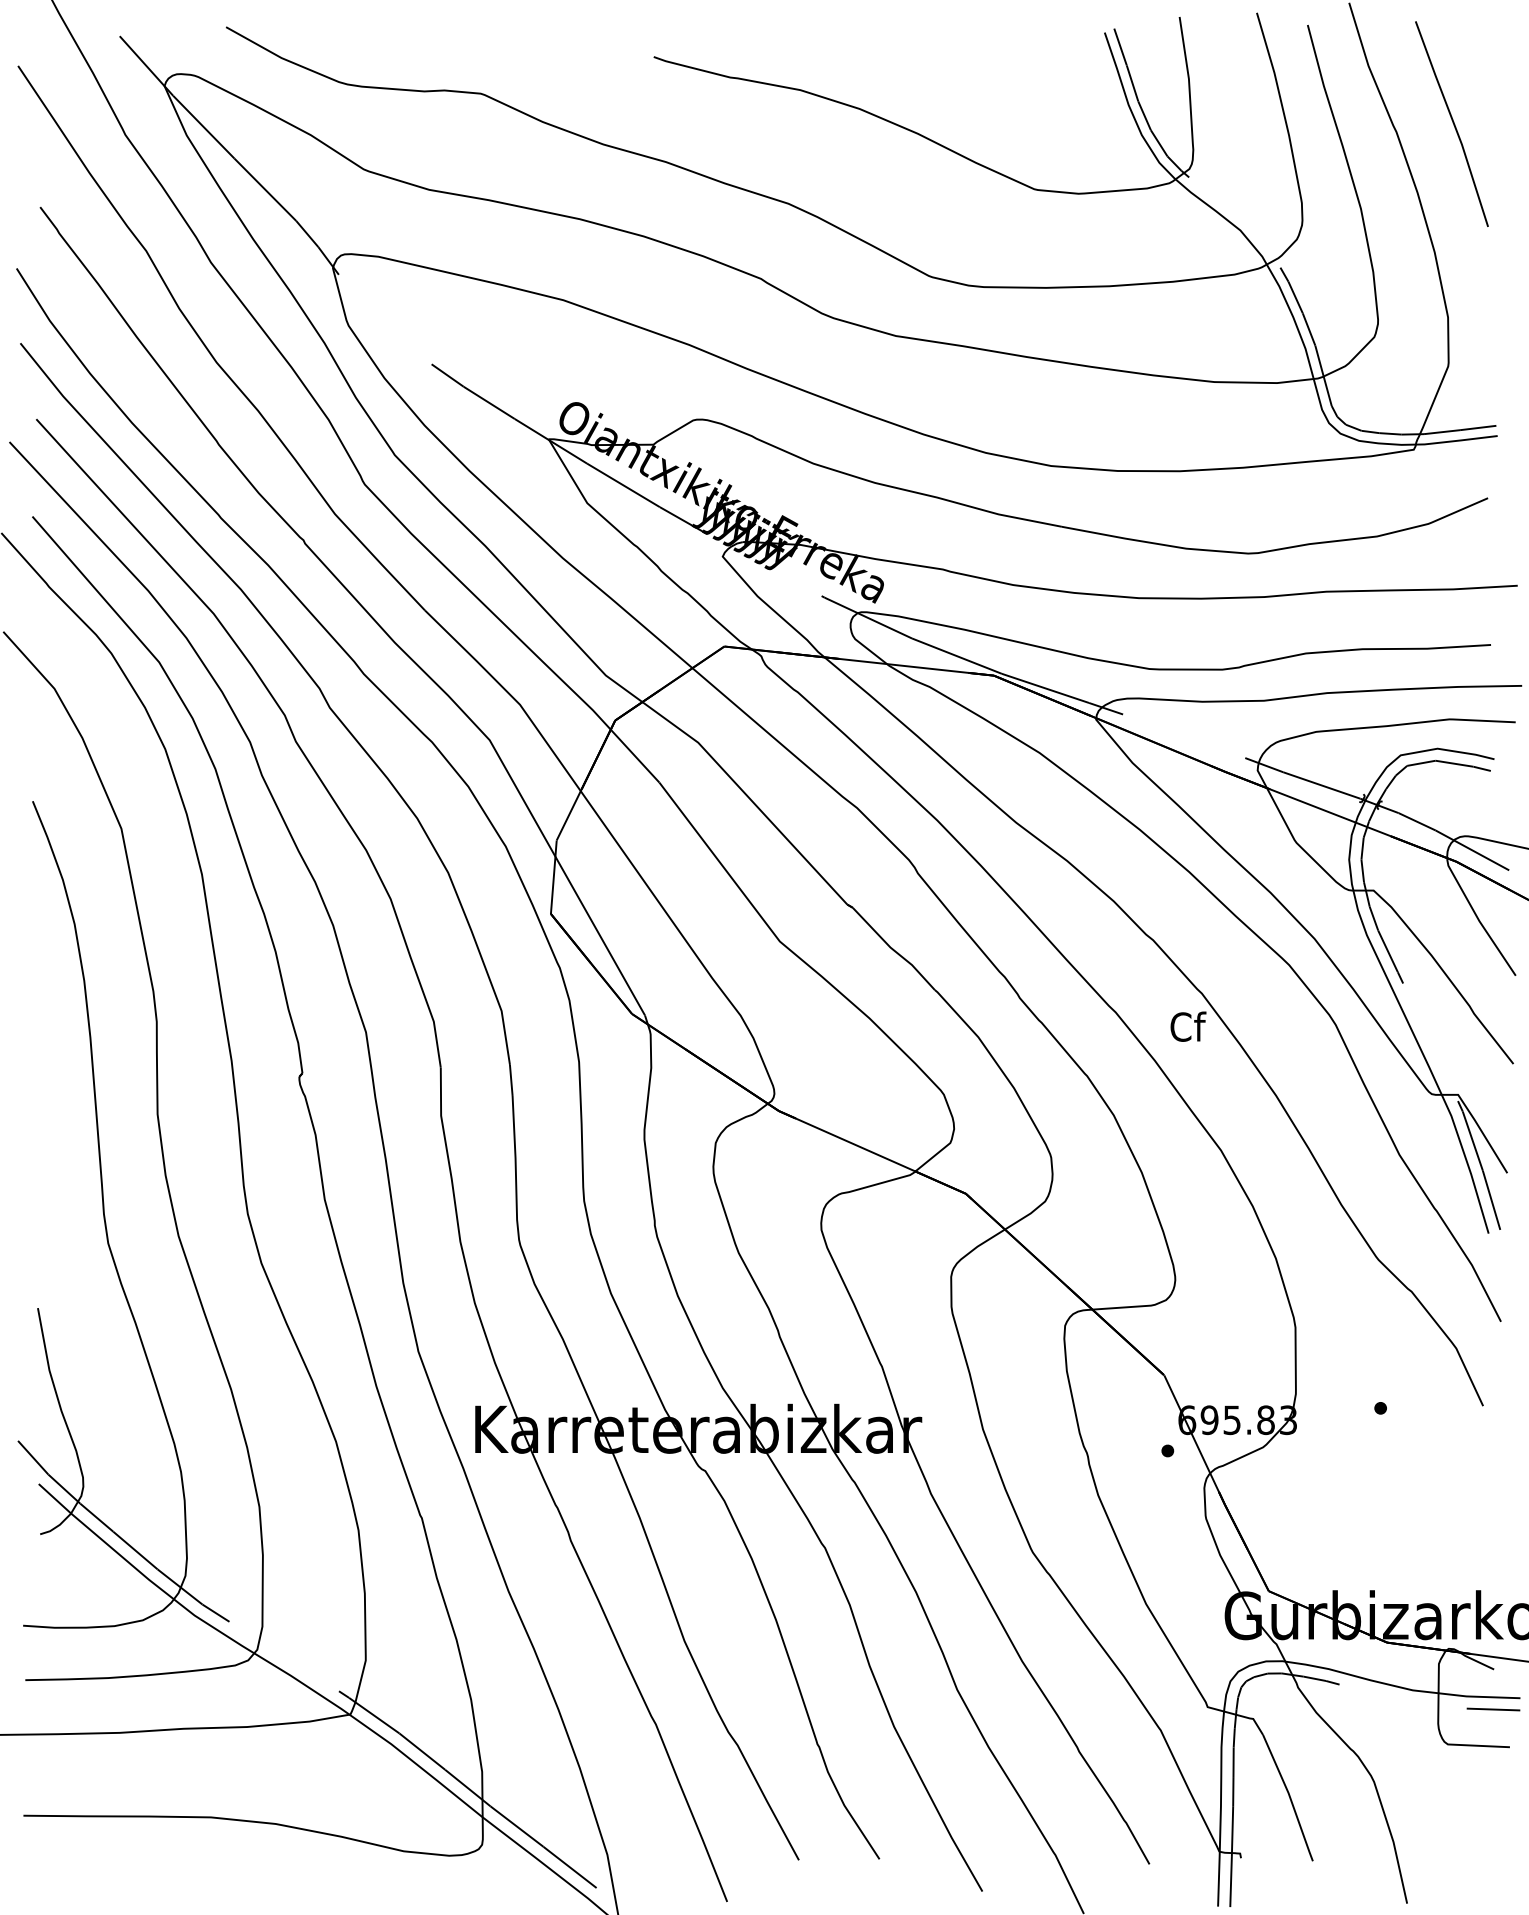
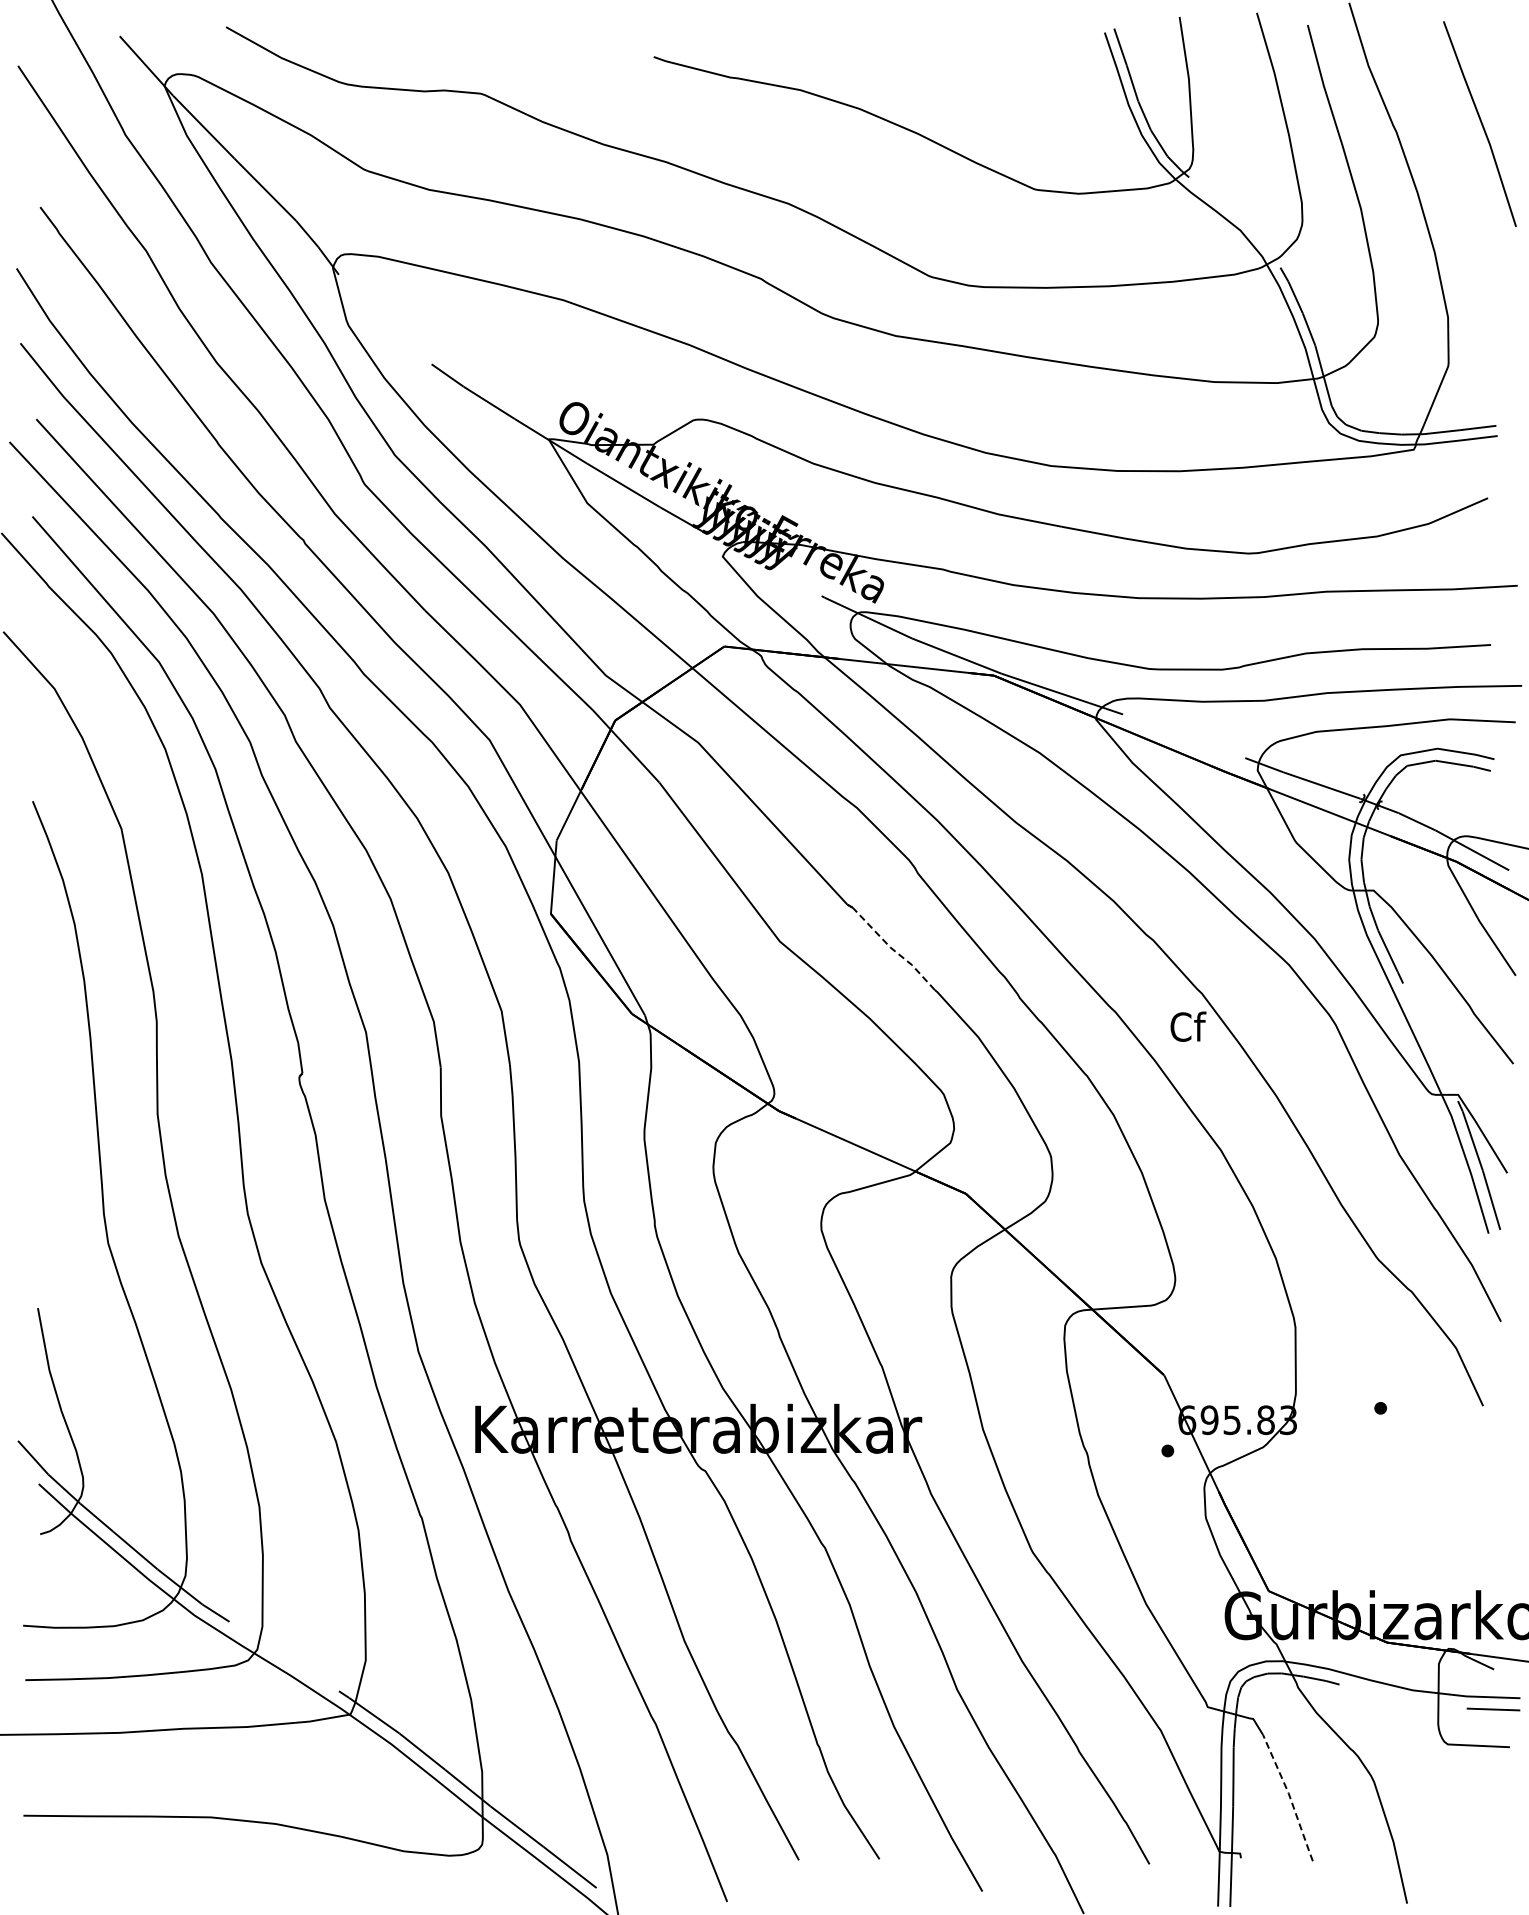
line at (1452, 123) position: (1452, 123) -> (1480, 123)
line at (892, 949): solid -> dashed
line at (1289, 1797): solid -> dashed
